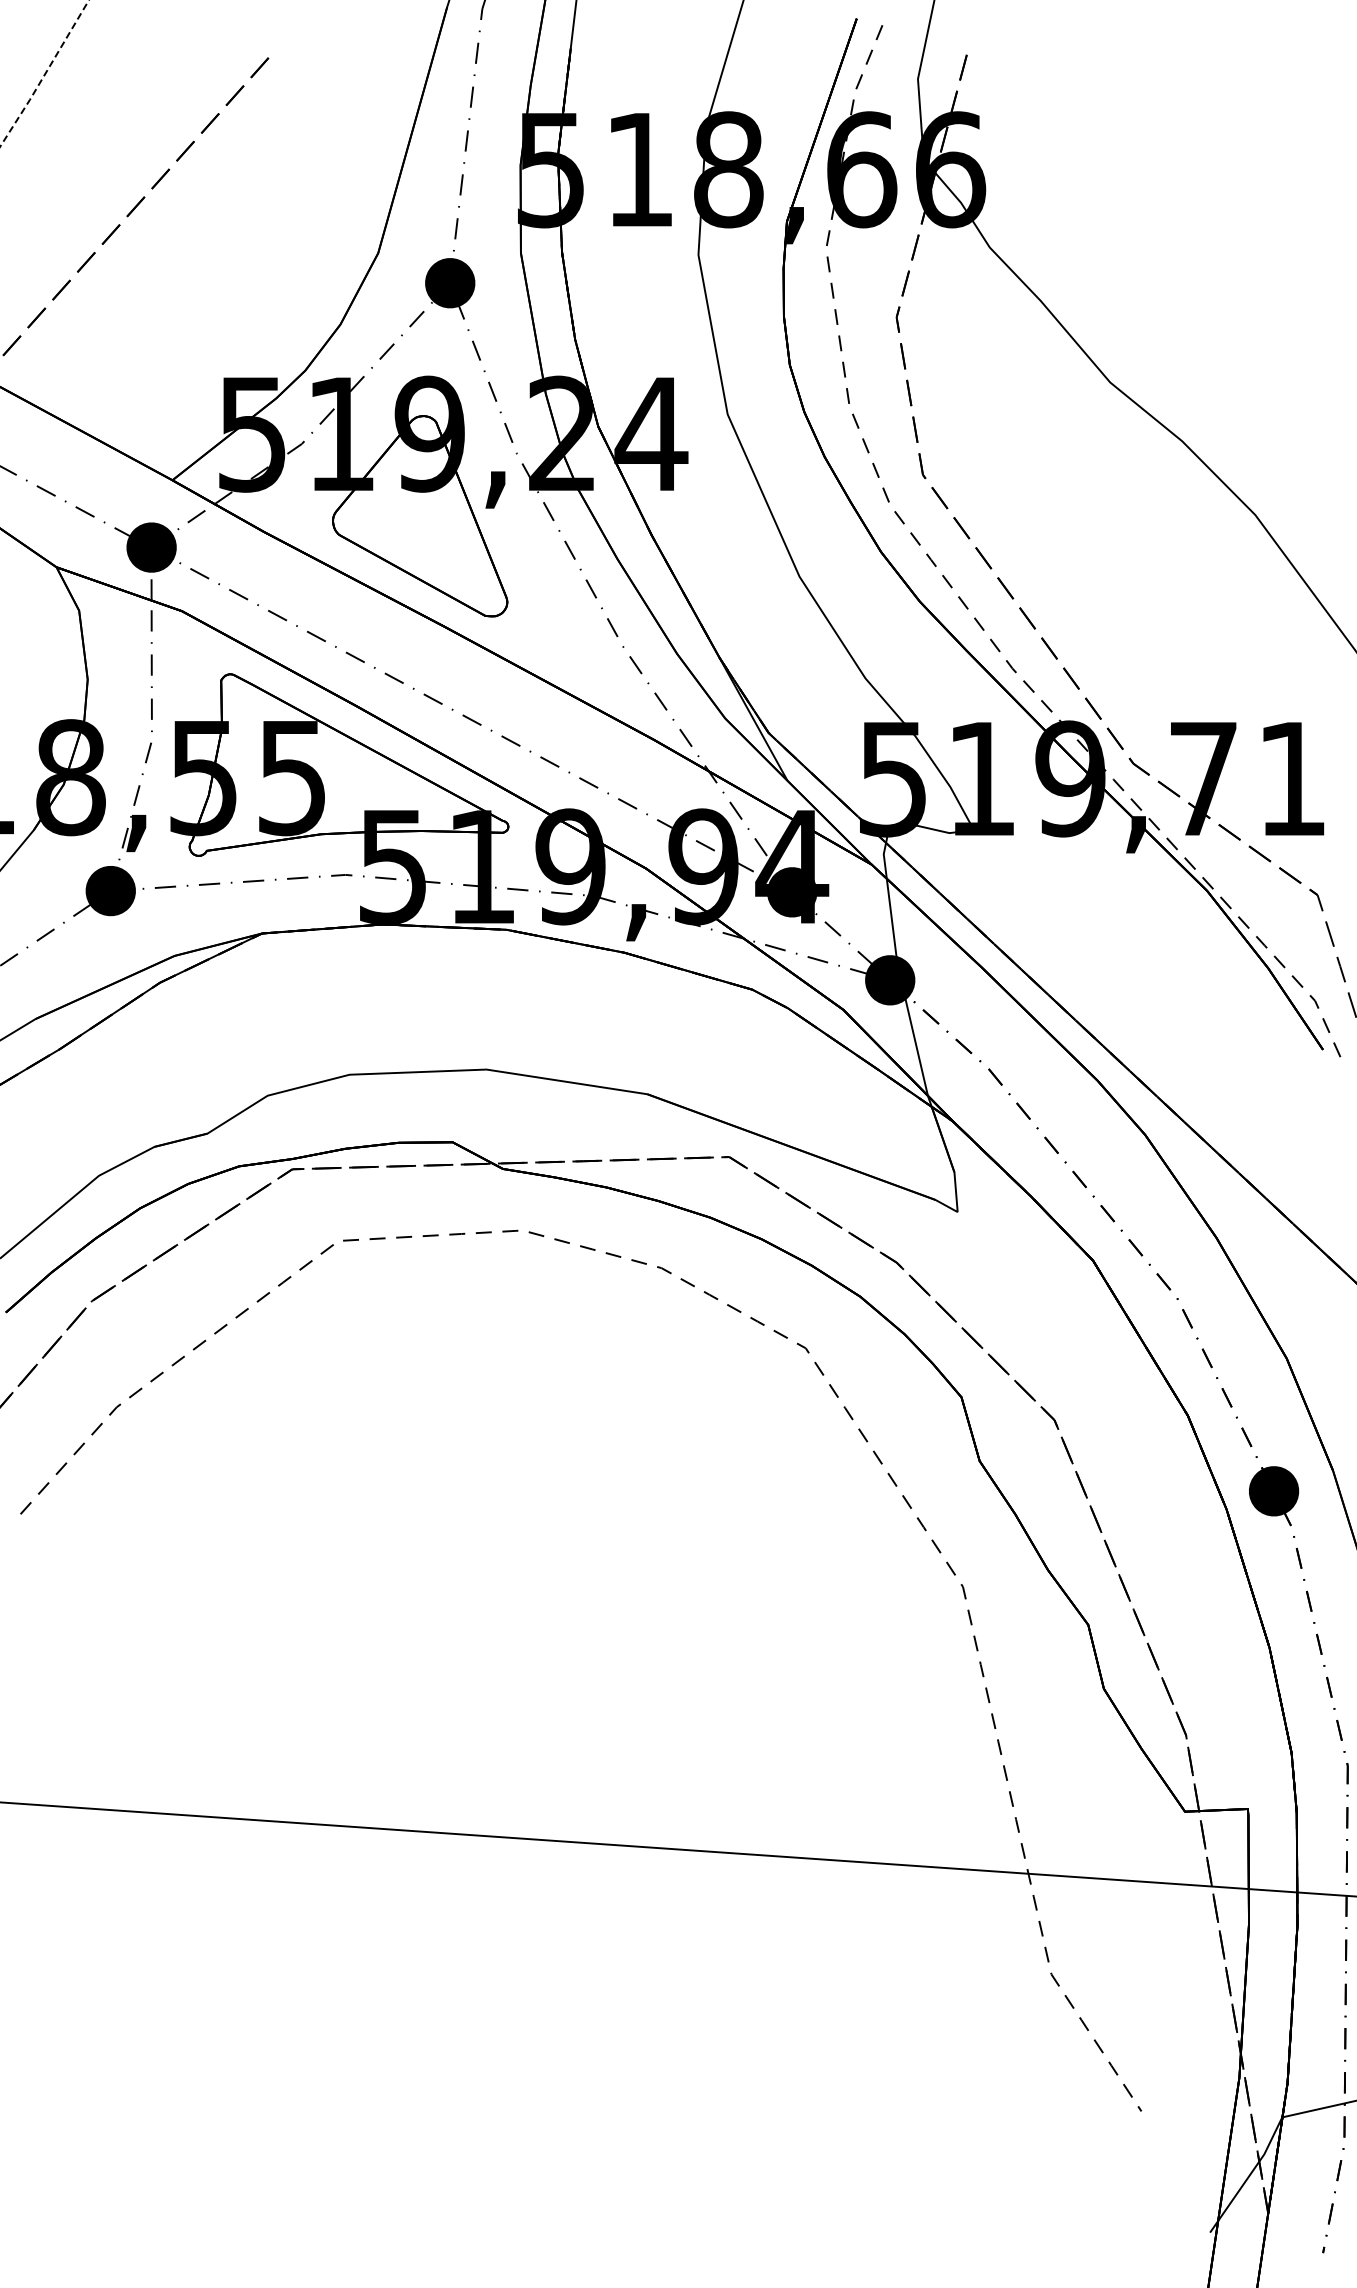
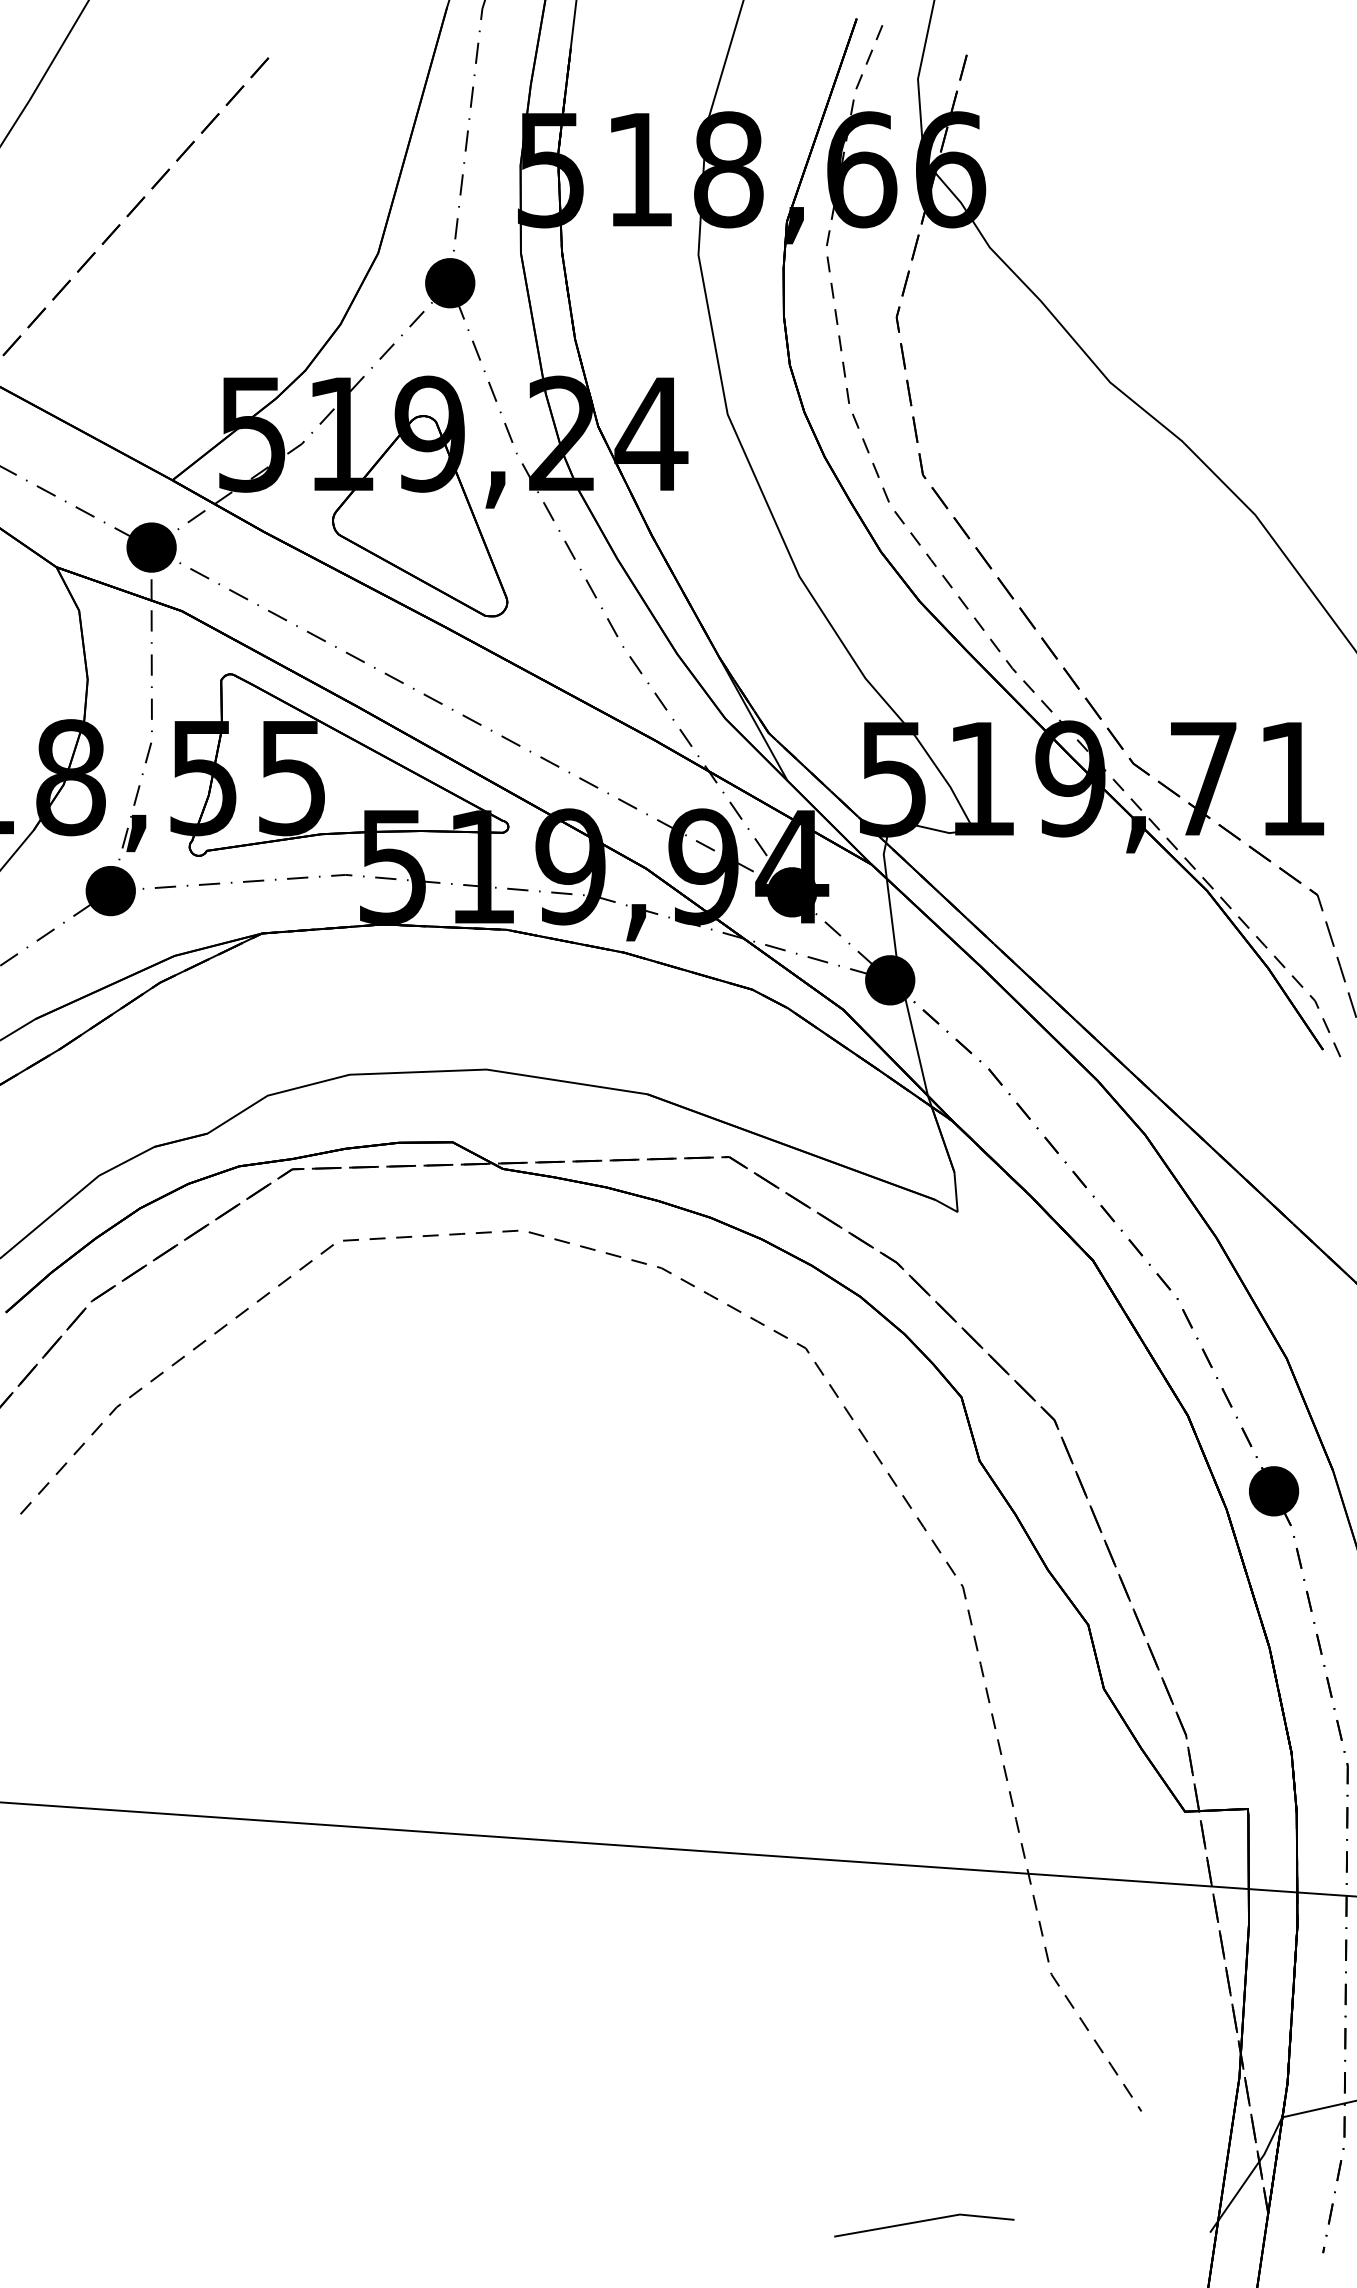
line at (45, 74): dashed -> solid
line at (922, 2222): none -> present
